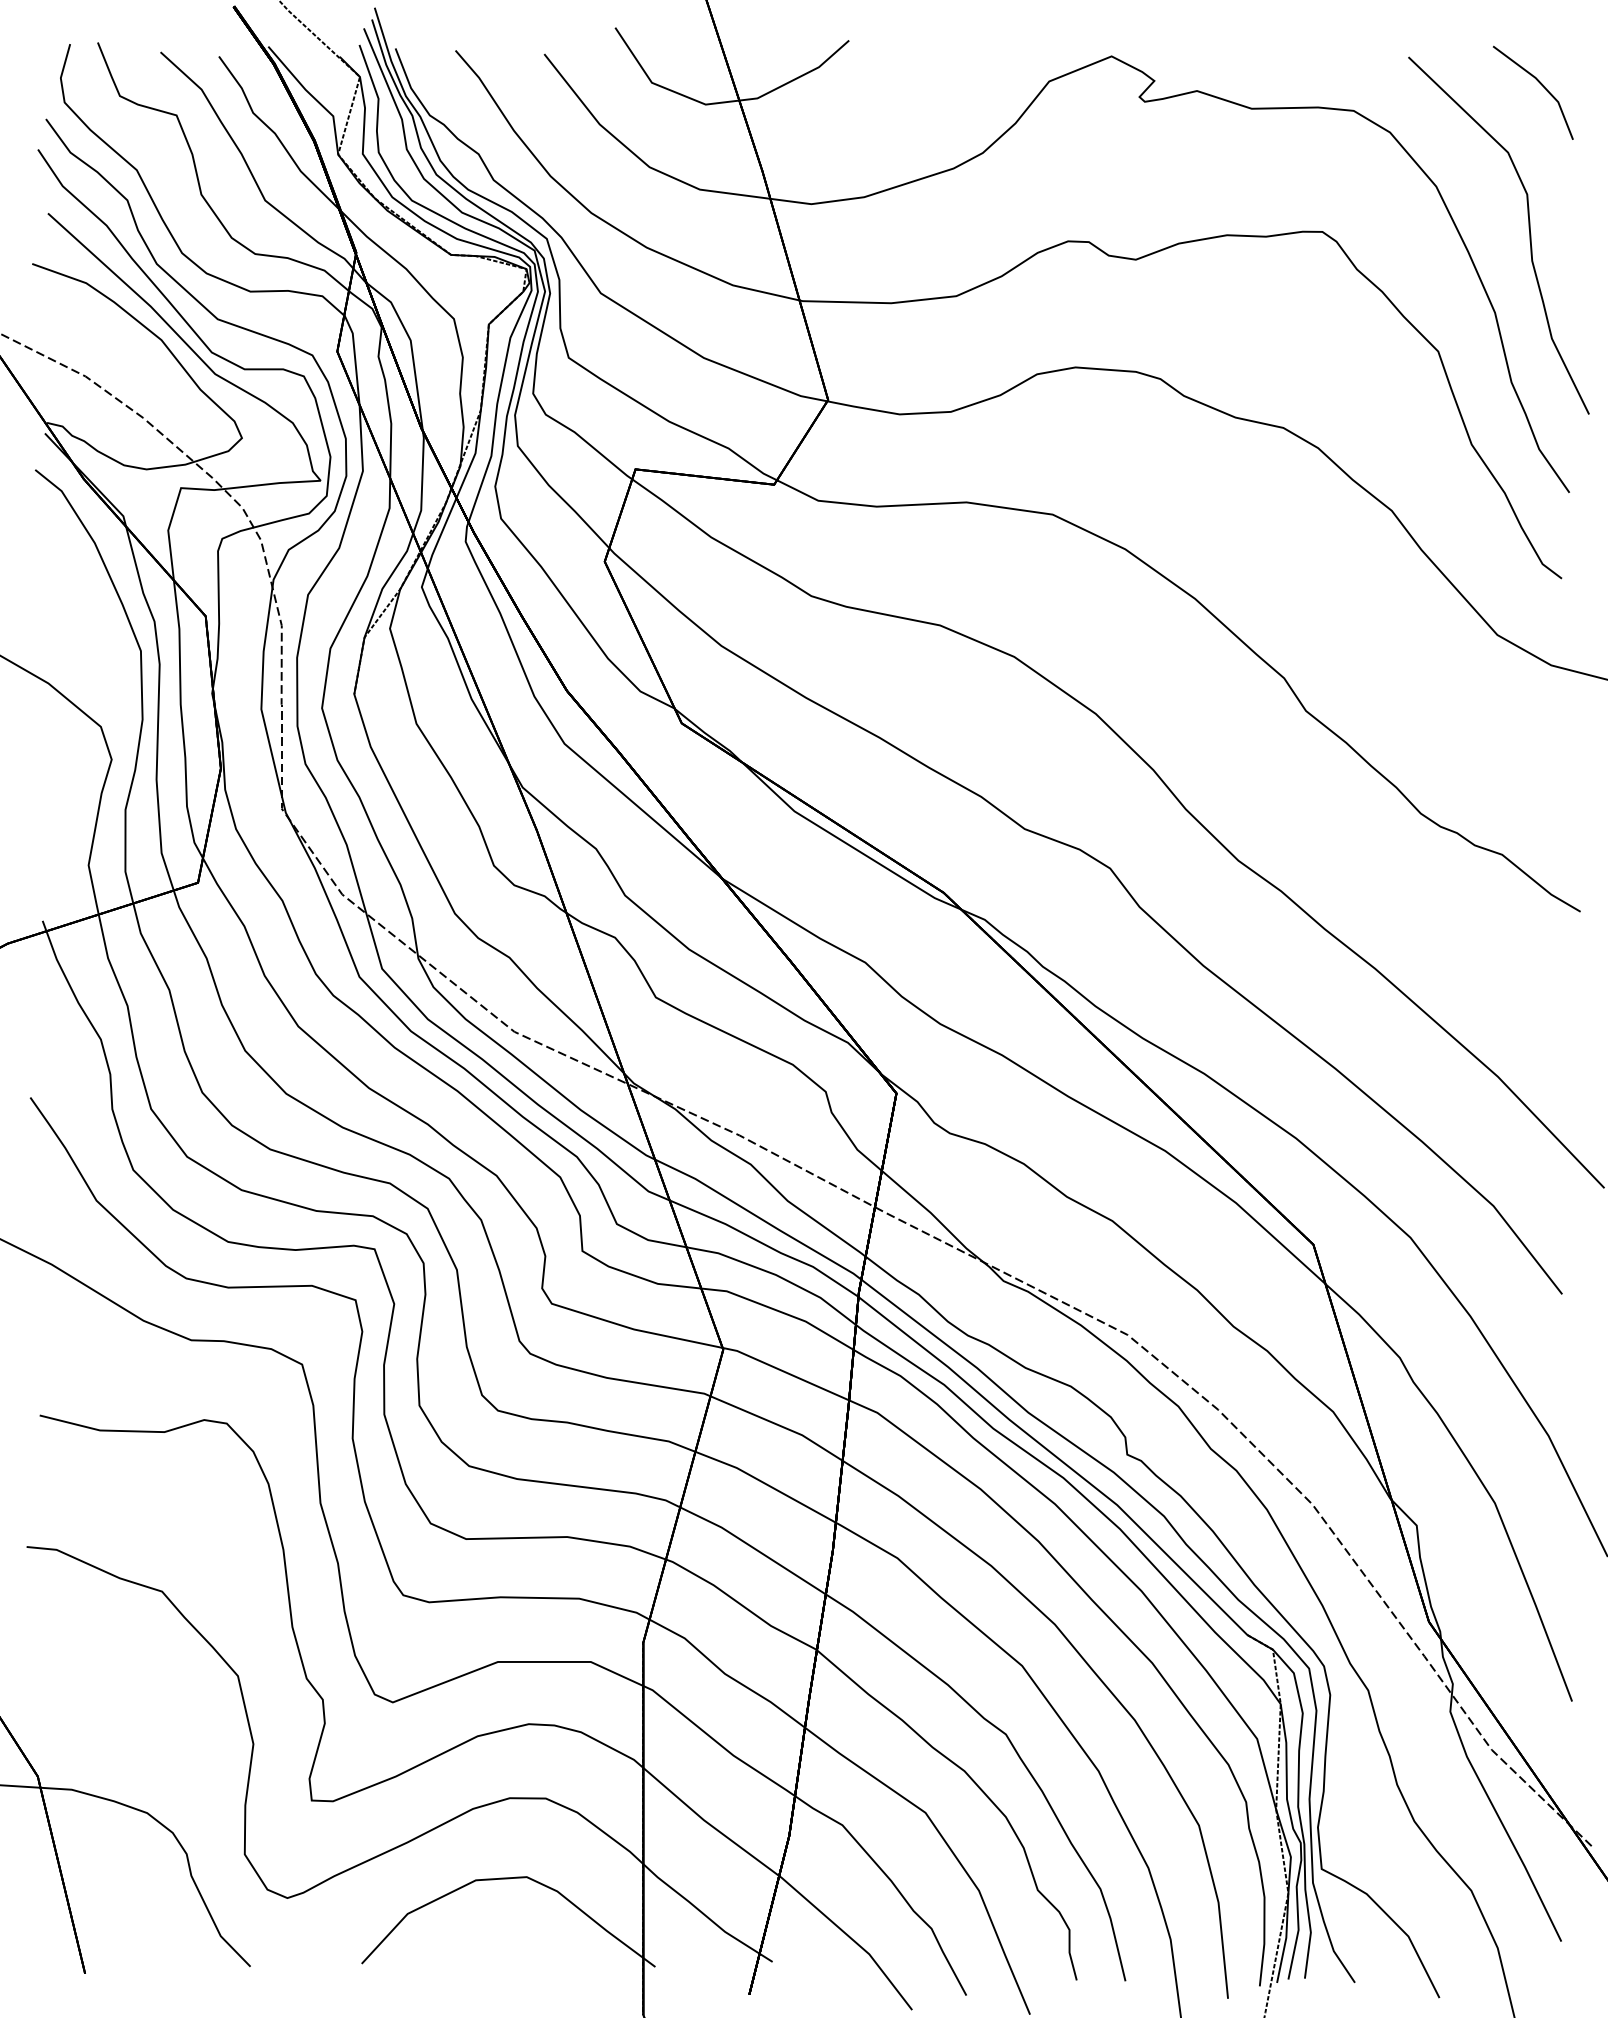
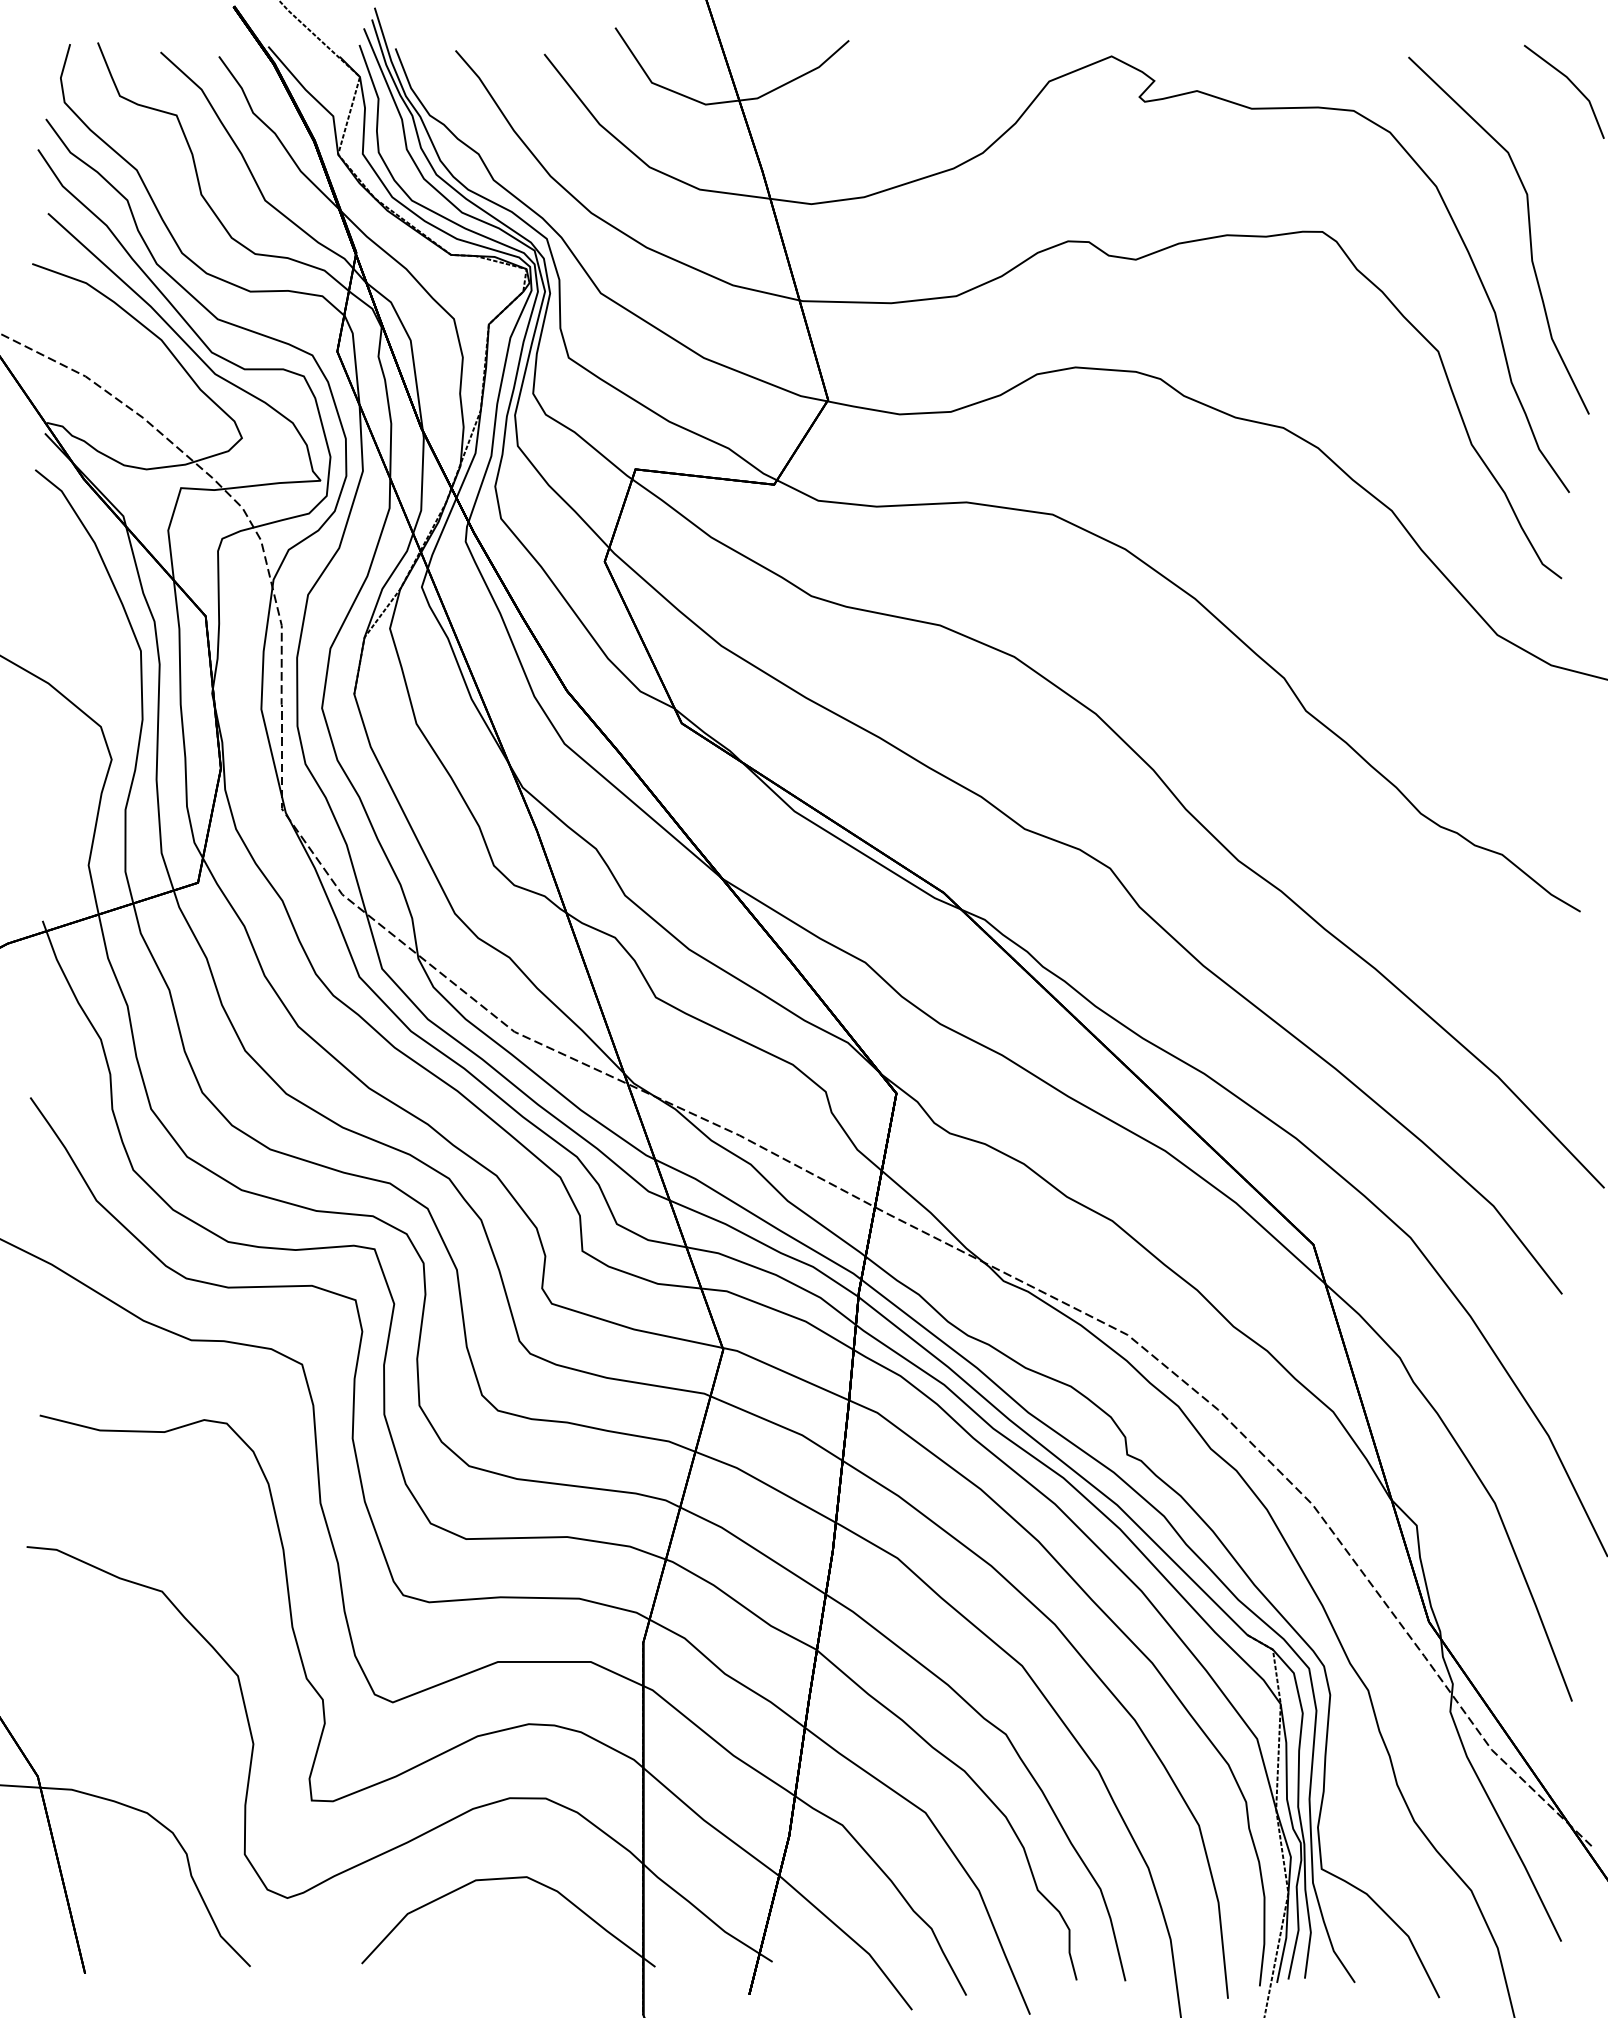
part at (1540, 84) position: (1540, 84) -> (1571, 83)
